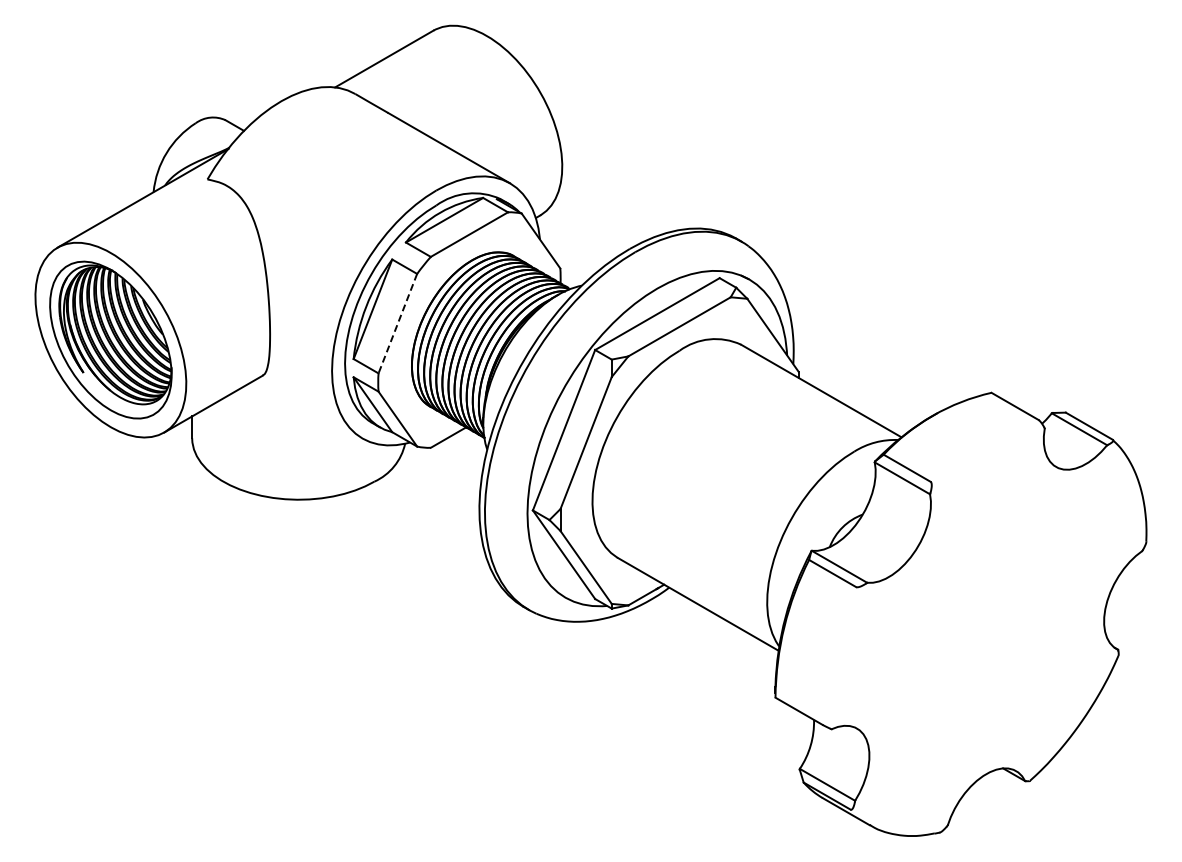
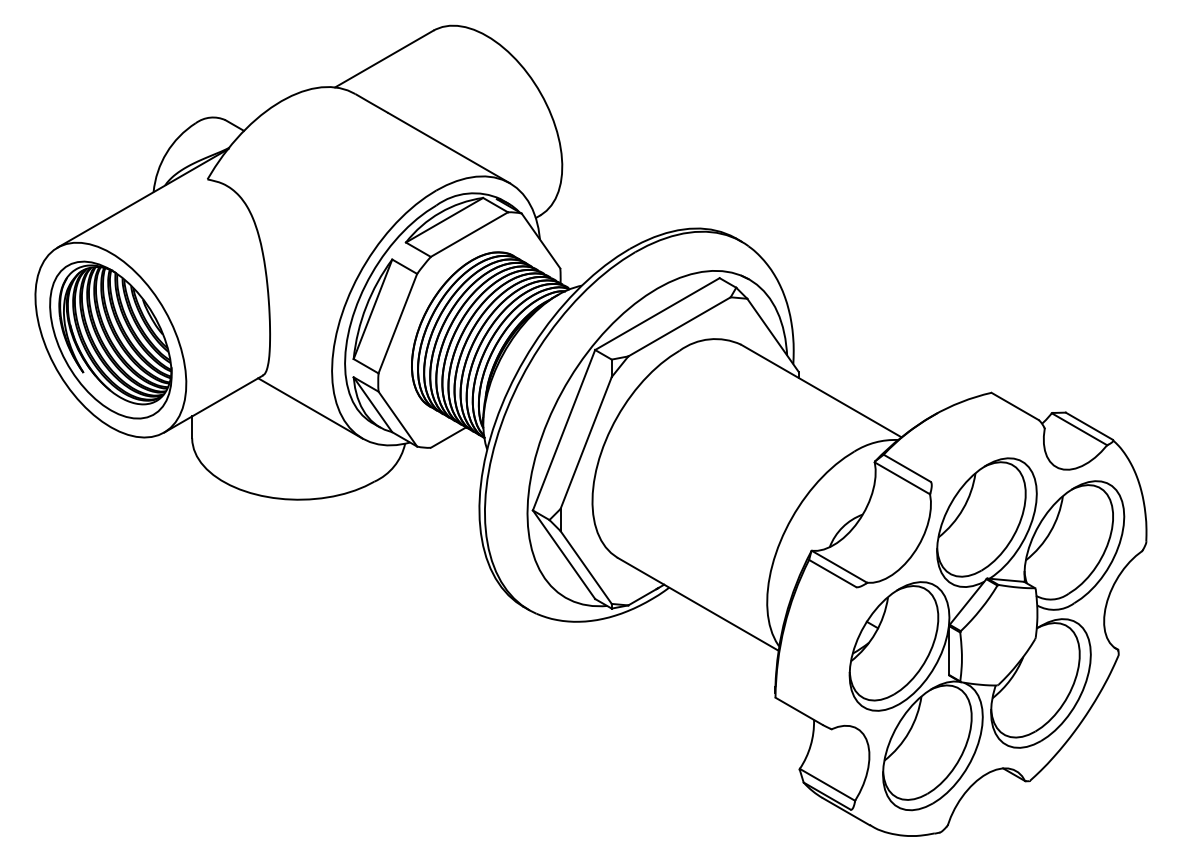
line at (397, 324): dashed -> solid
line at (310, 408): none -> present
part at (986, 634): none -> present
